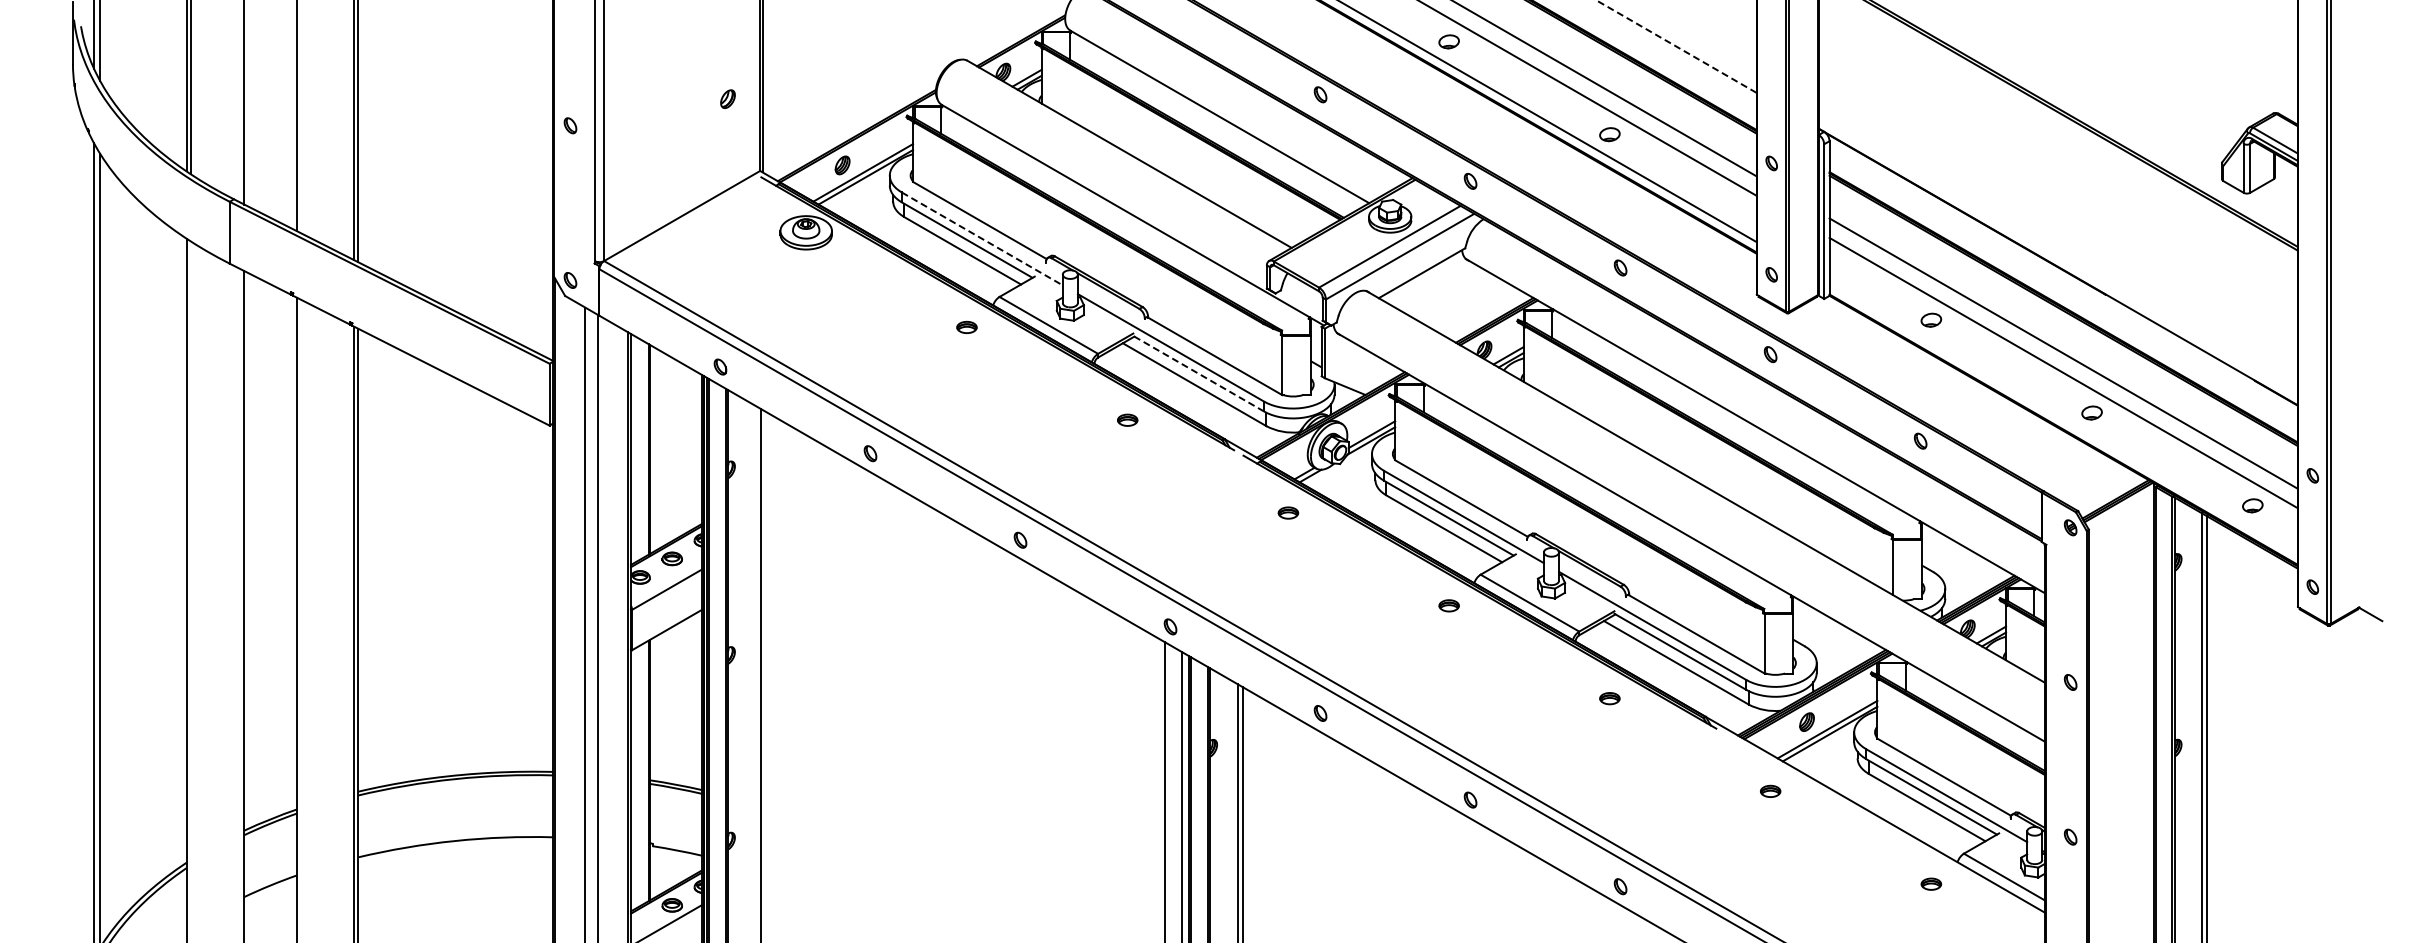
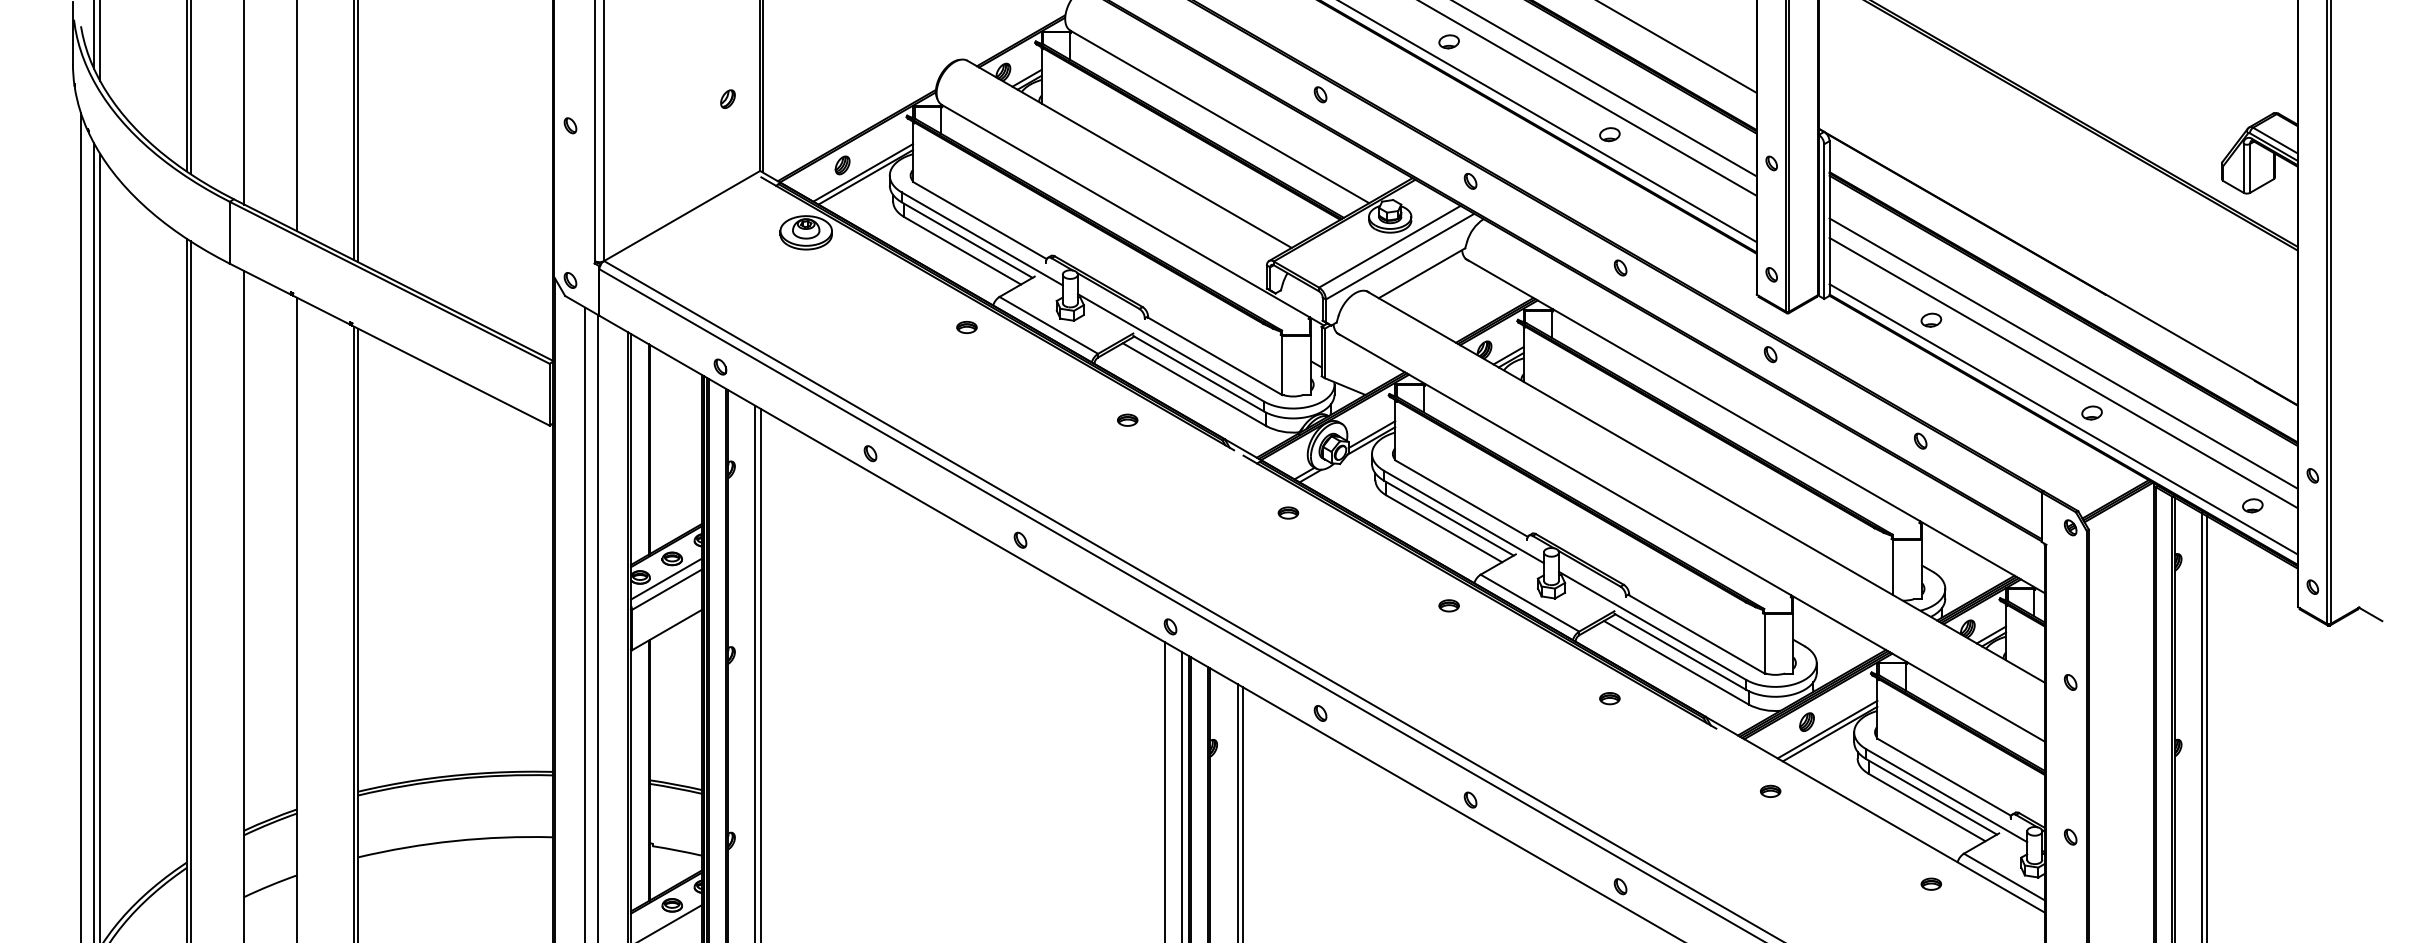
line at (1676, 46): dashed -> solid
line at (982, 238): dashed -> solid
line at (1198, 373): dashed -> solid
line at (2063, 419): none -> present
line at (80, 526): none -> present
line at (666, 578): none -> present
line at (190, 590): none -> present
line at (755, 672): none -> present
